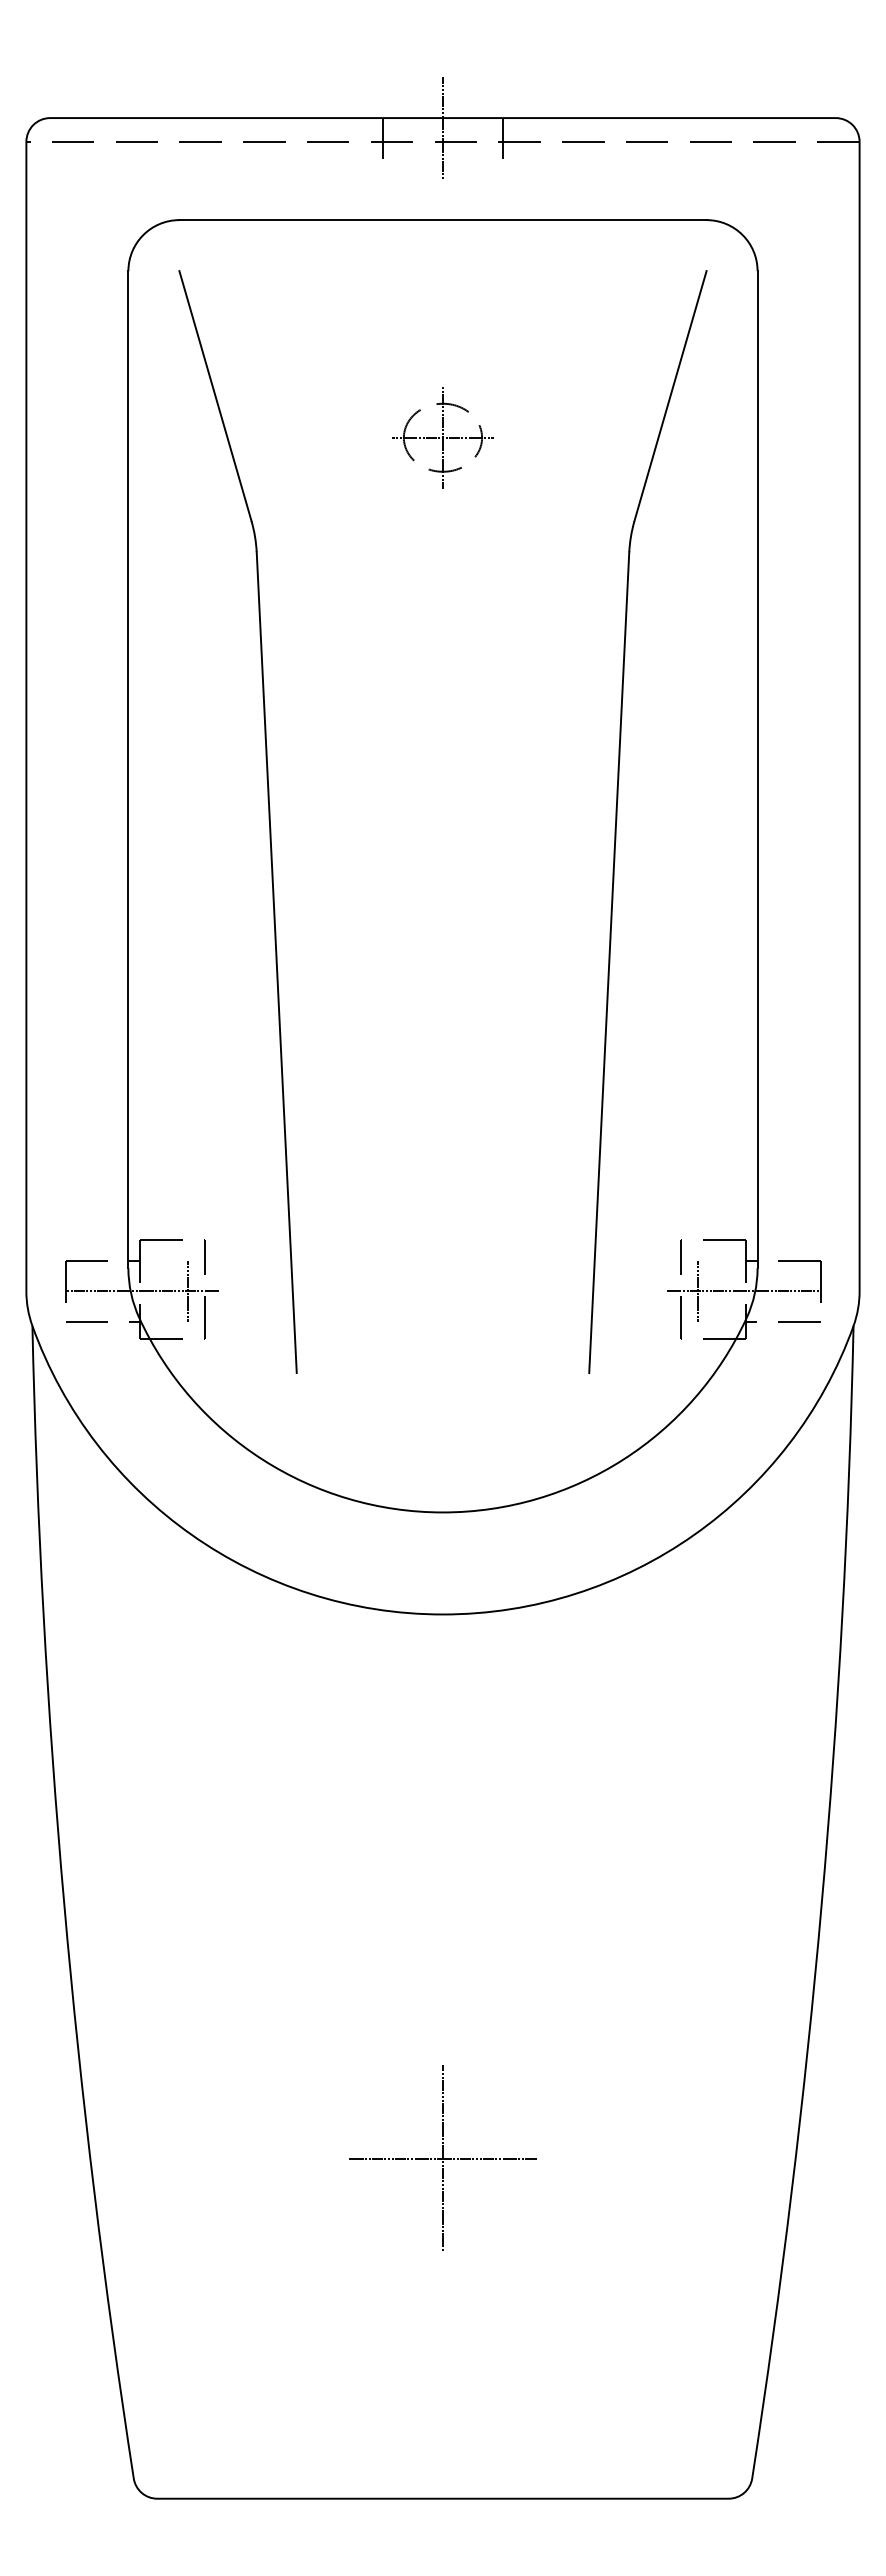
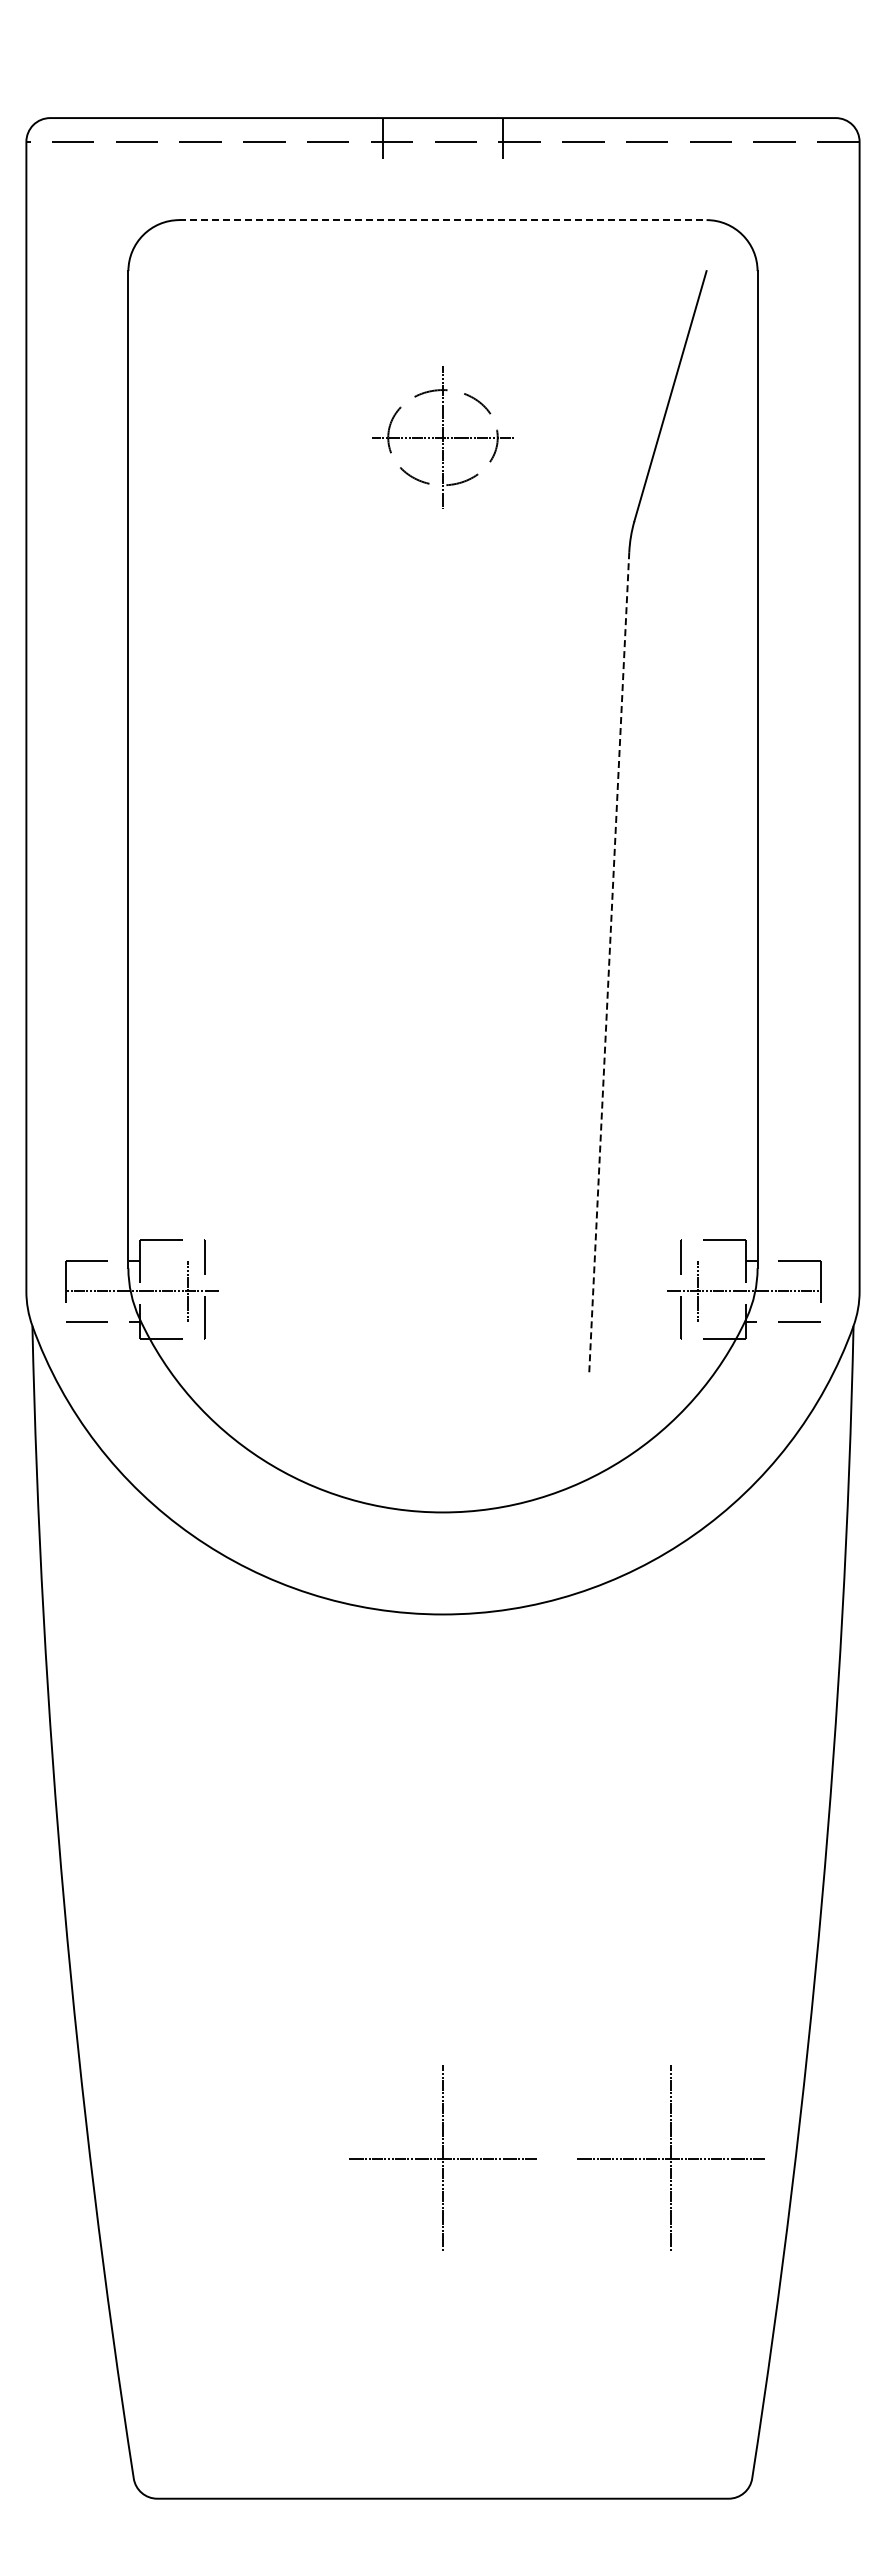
line at (443, 128): present -> none
line at (443, 220): solid -> dashed
part at (442, 437) size: 102x102 px -> 142x143 px
part at (268, 820): present -> none
line at (609, 962): solid -> dashed
part at (670, 2157): none -> present
